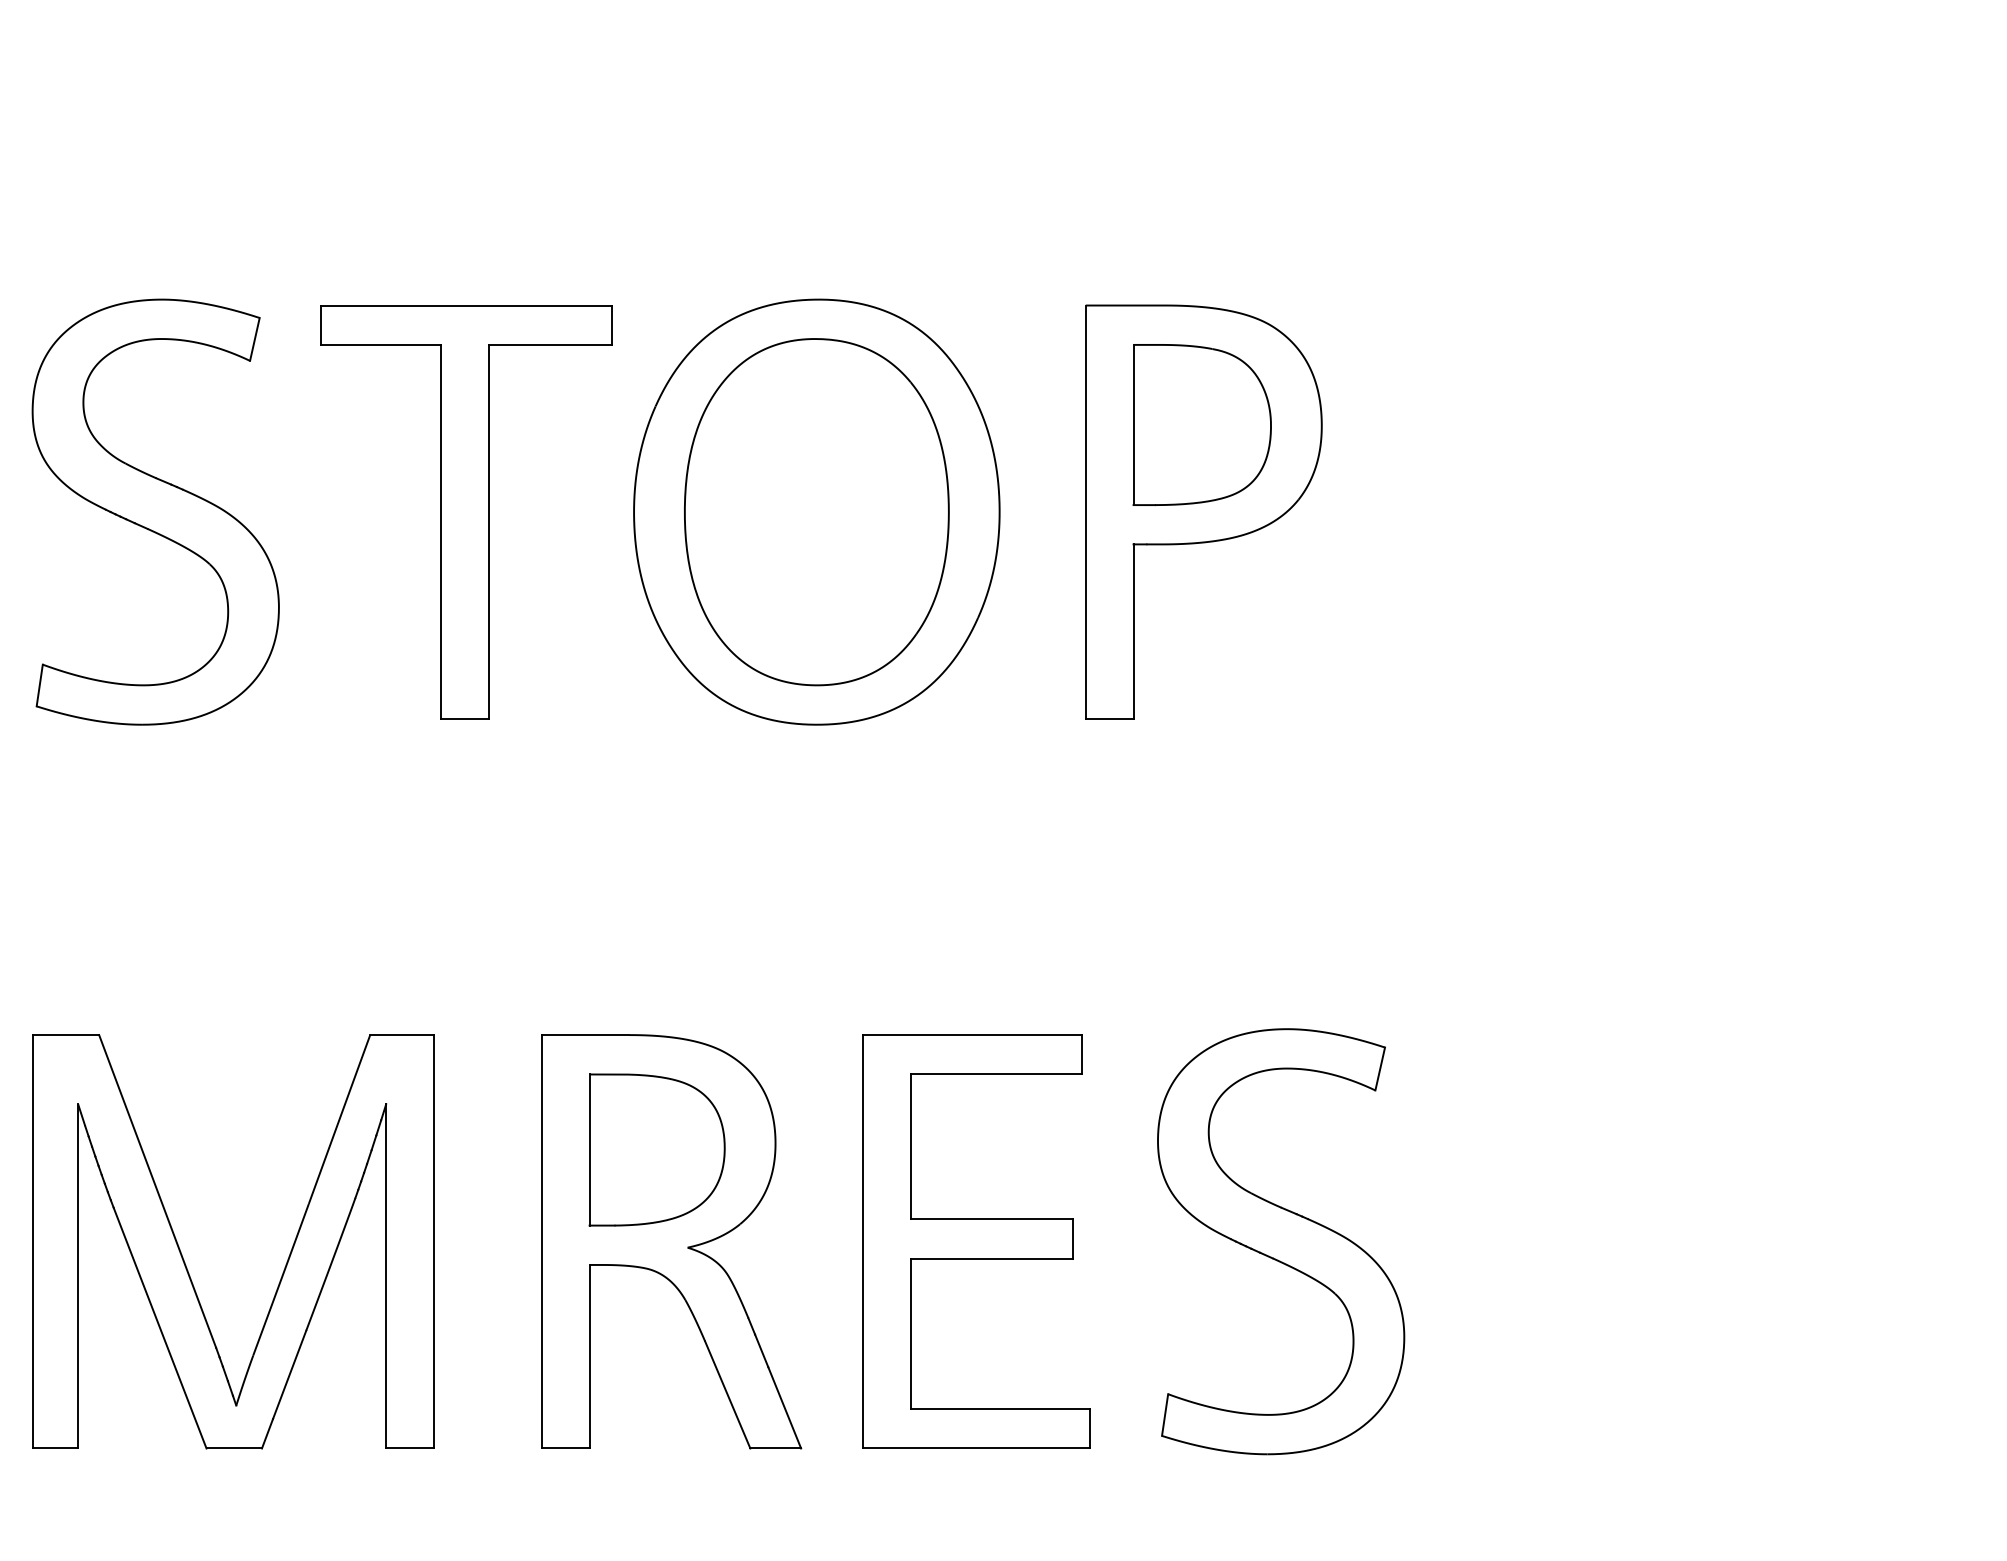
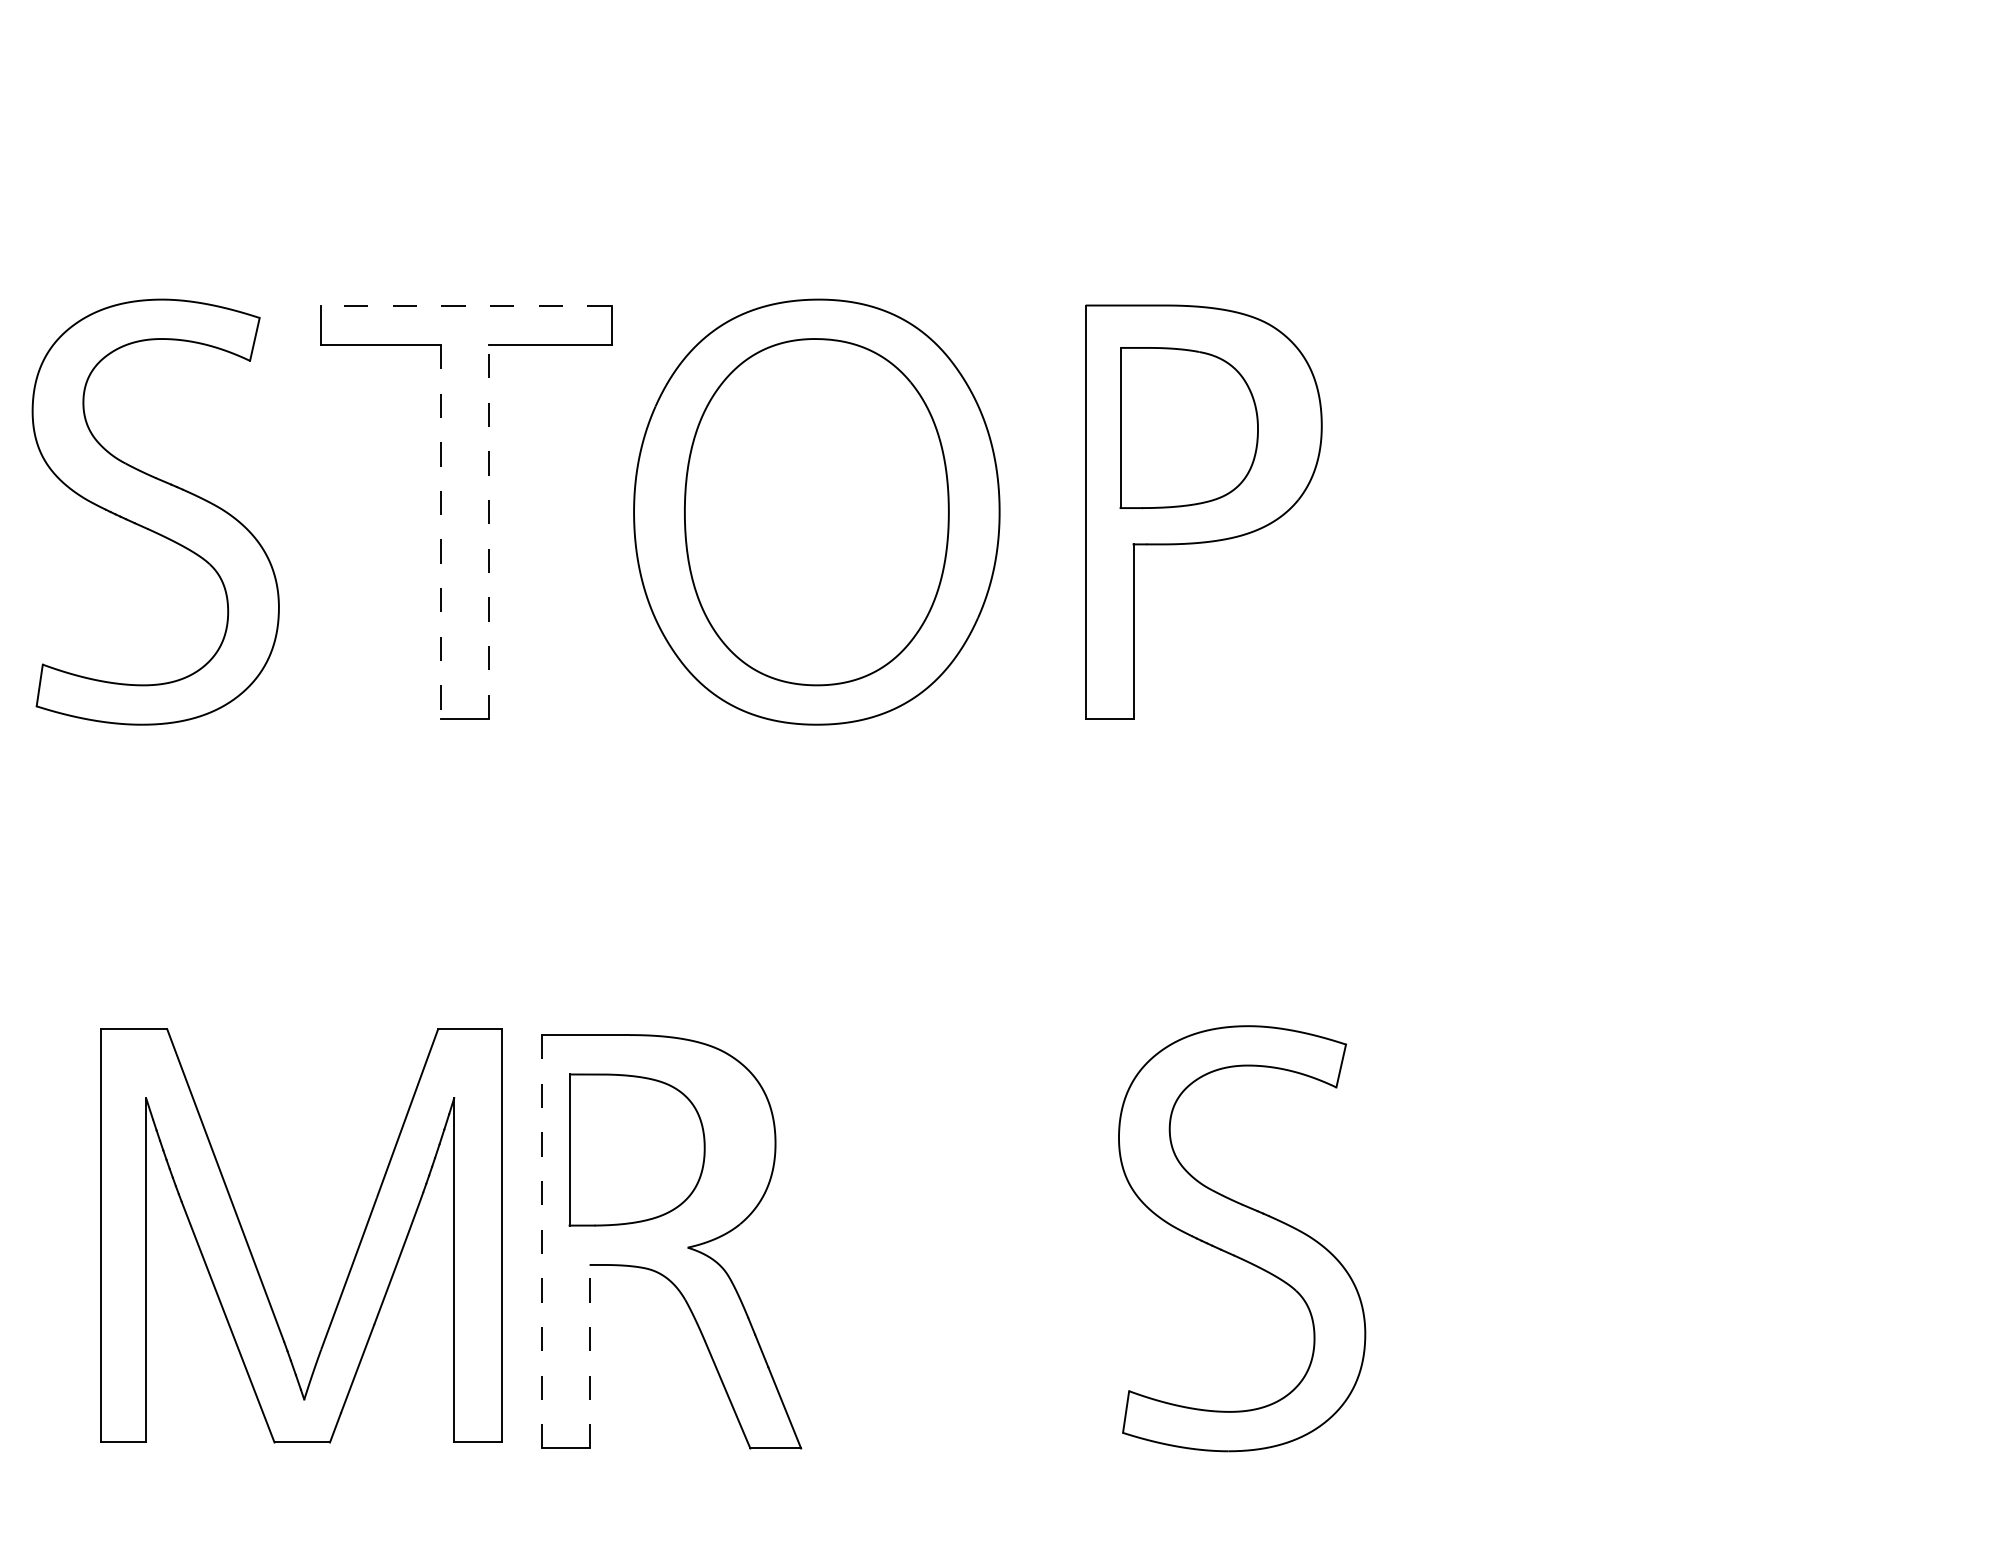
line at (465, 305): solid -> dashed
part at (1201, 425) position: (1201, 425) -> (1188, 428)
line at (489, 531): solid -> dashed
line at (441, 532): solid -> dashed
part at (656, 1149) position: (656, 1149) -> (636, 1149)
line at (541, 1241): solid -> dashed
part at (976, 1241): present -> none
part at (1281, 1241) position: (1281, 1241) -> (1242, 1238)
part at (184, 1259) position: (184, 1259) -> (252, 1253)
line at (589, 1356): solid -> dashed
